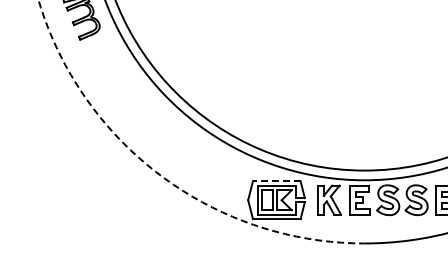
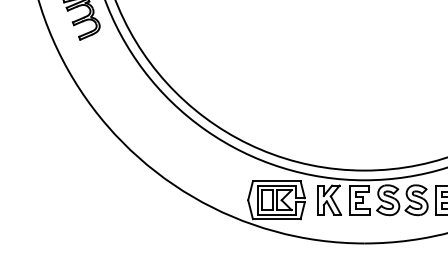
arc at (161, 176): dashed -> solid
line at (276, 181): dashed -> solid
